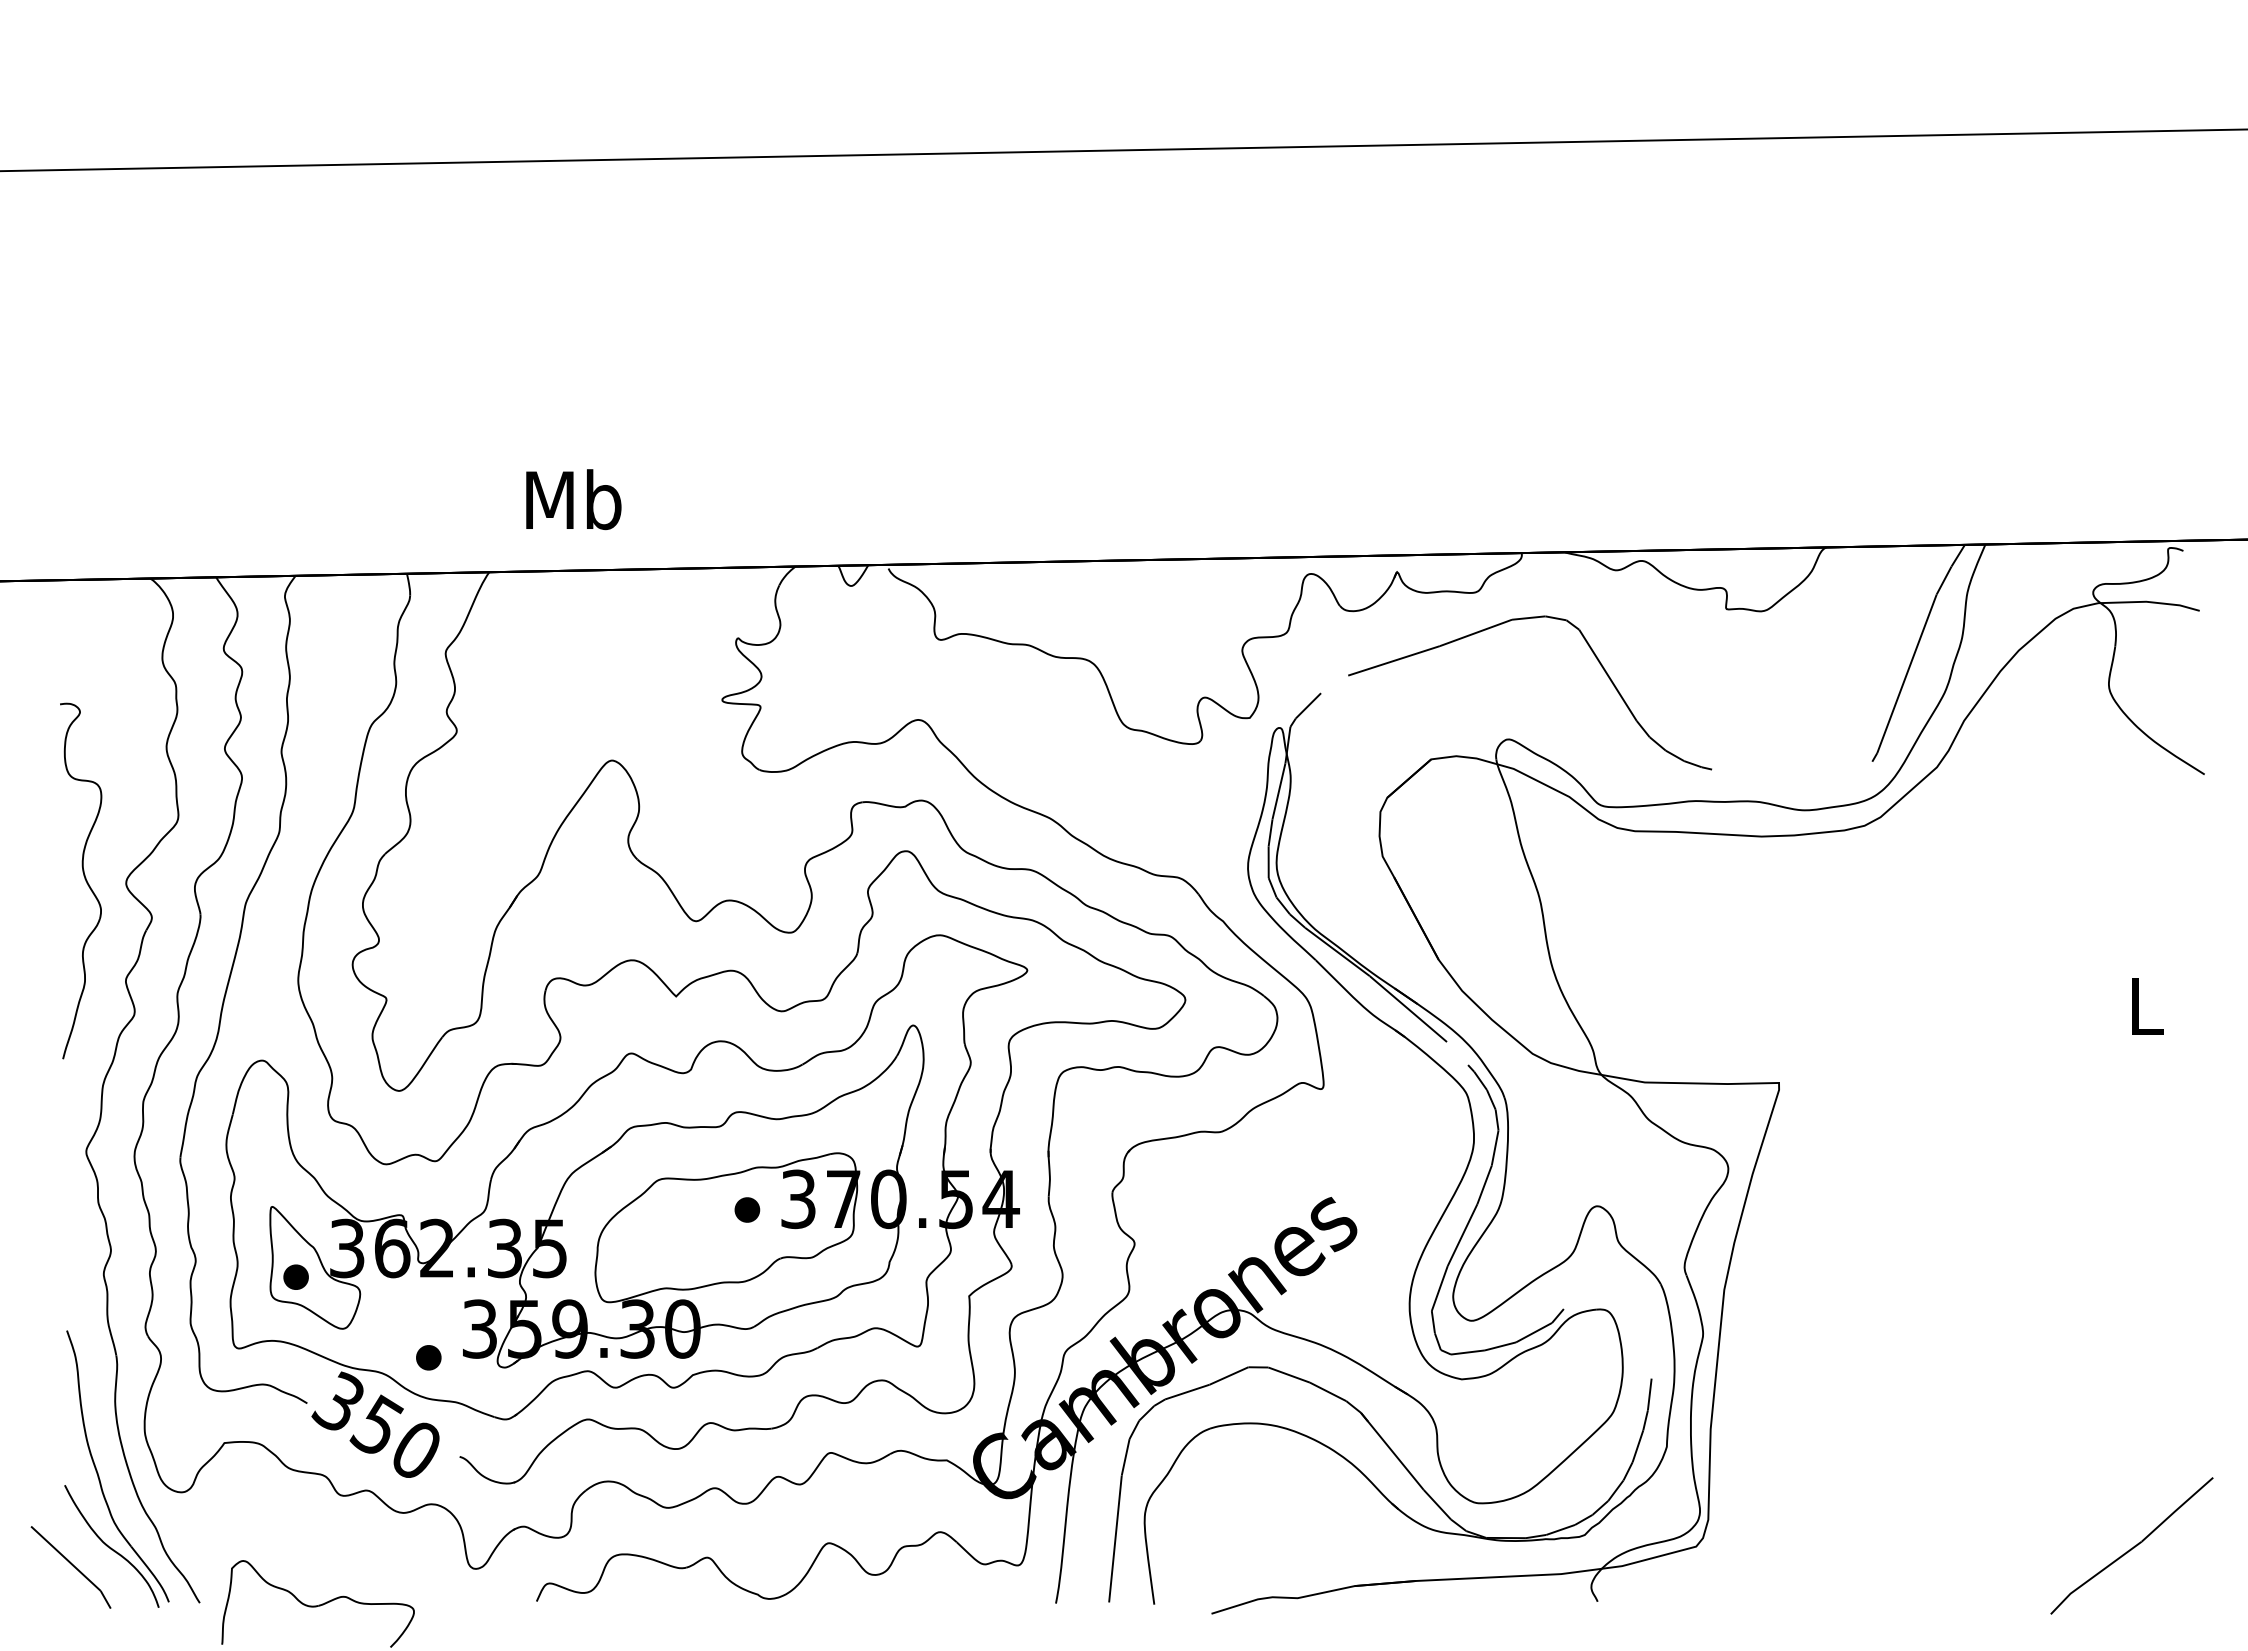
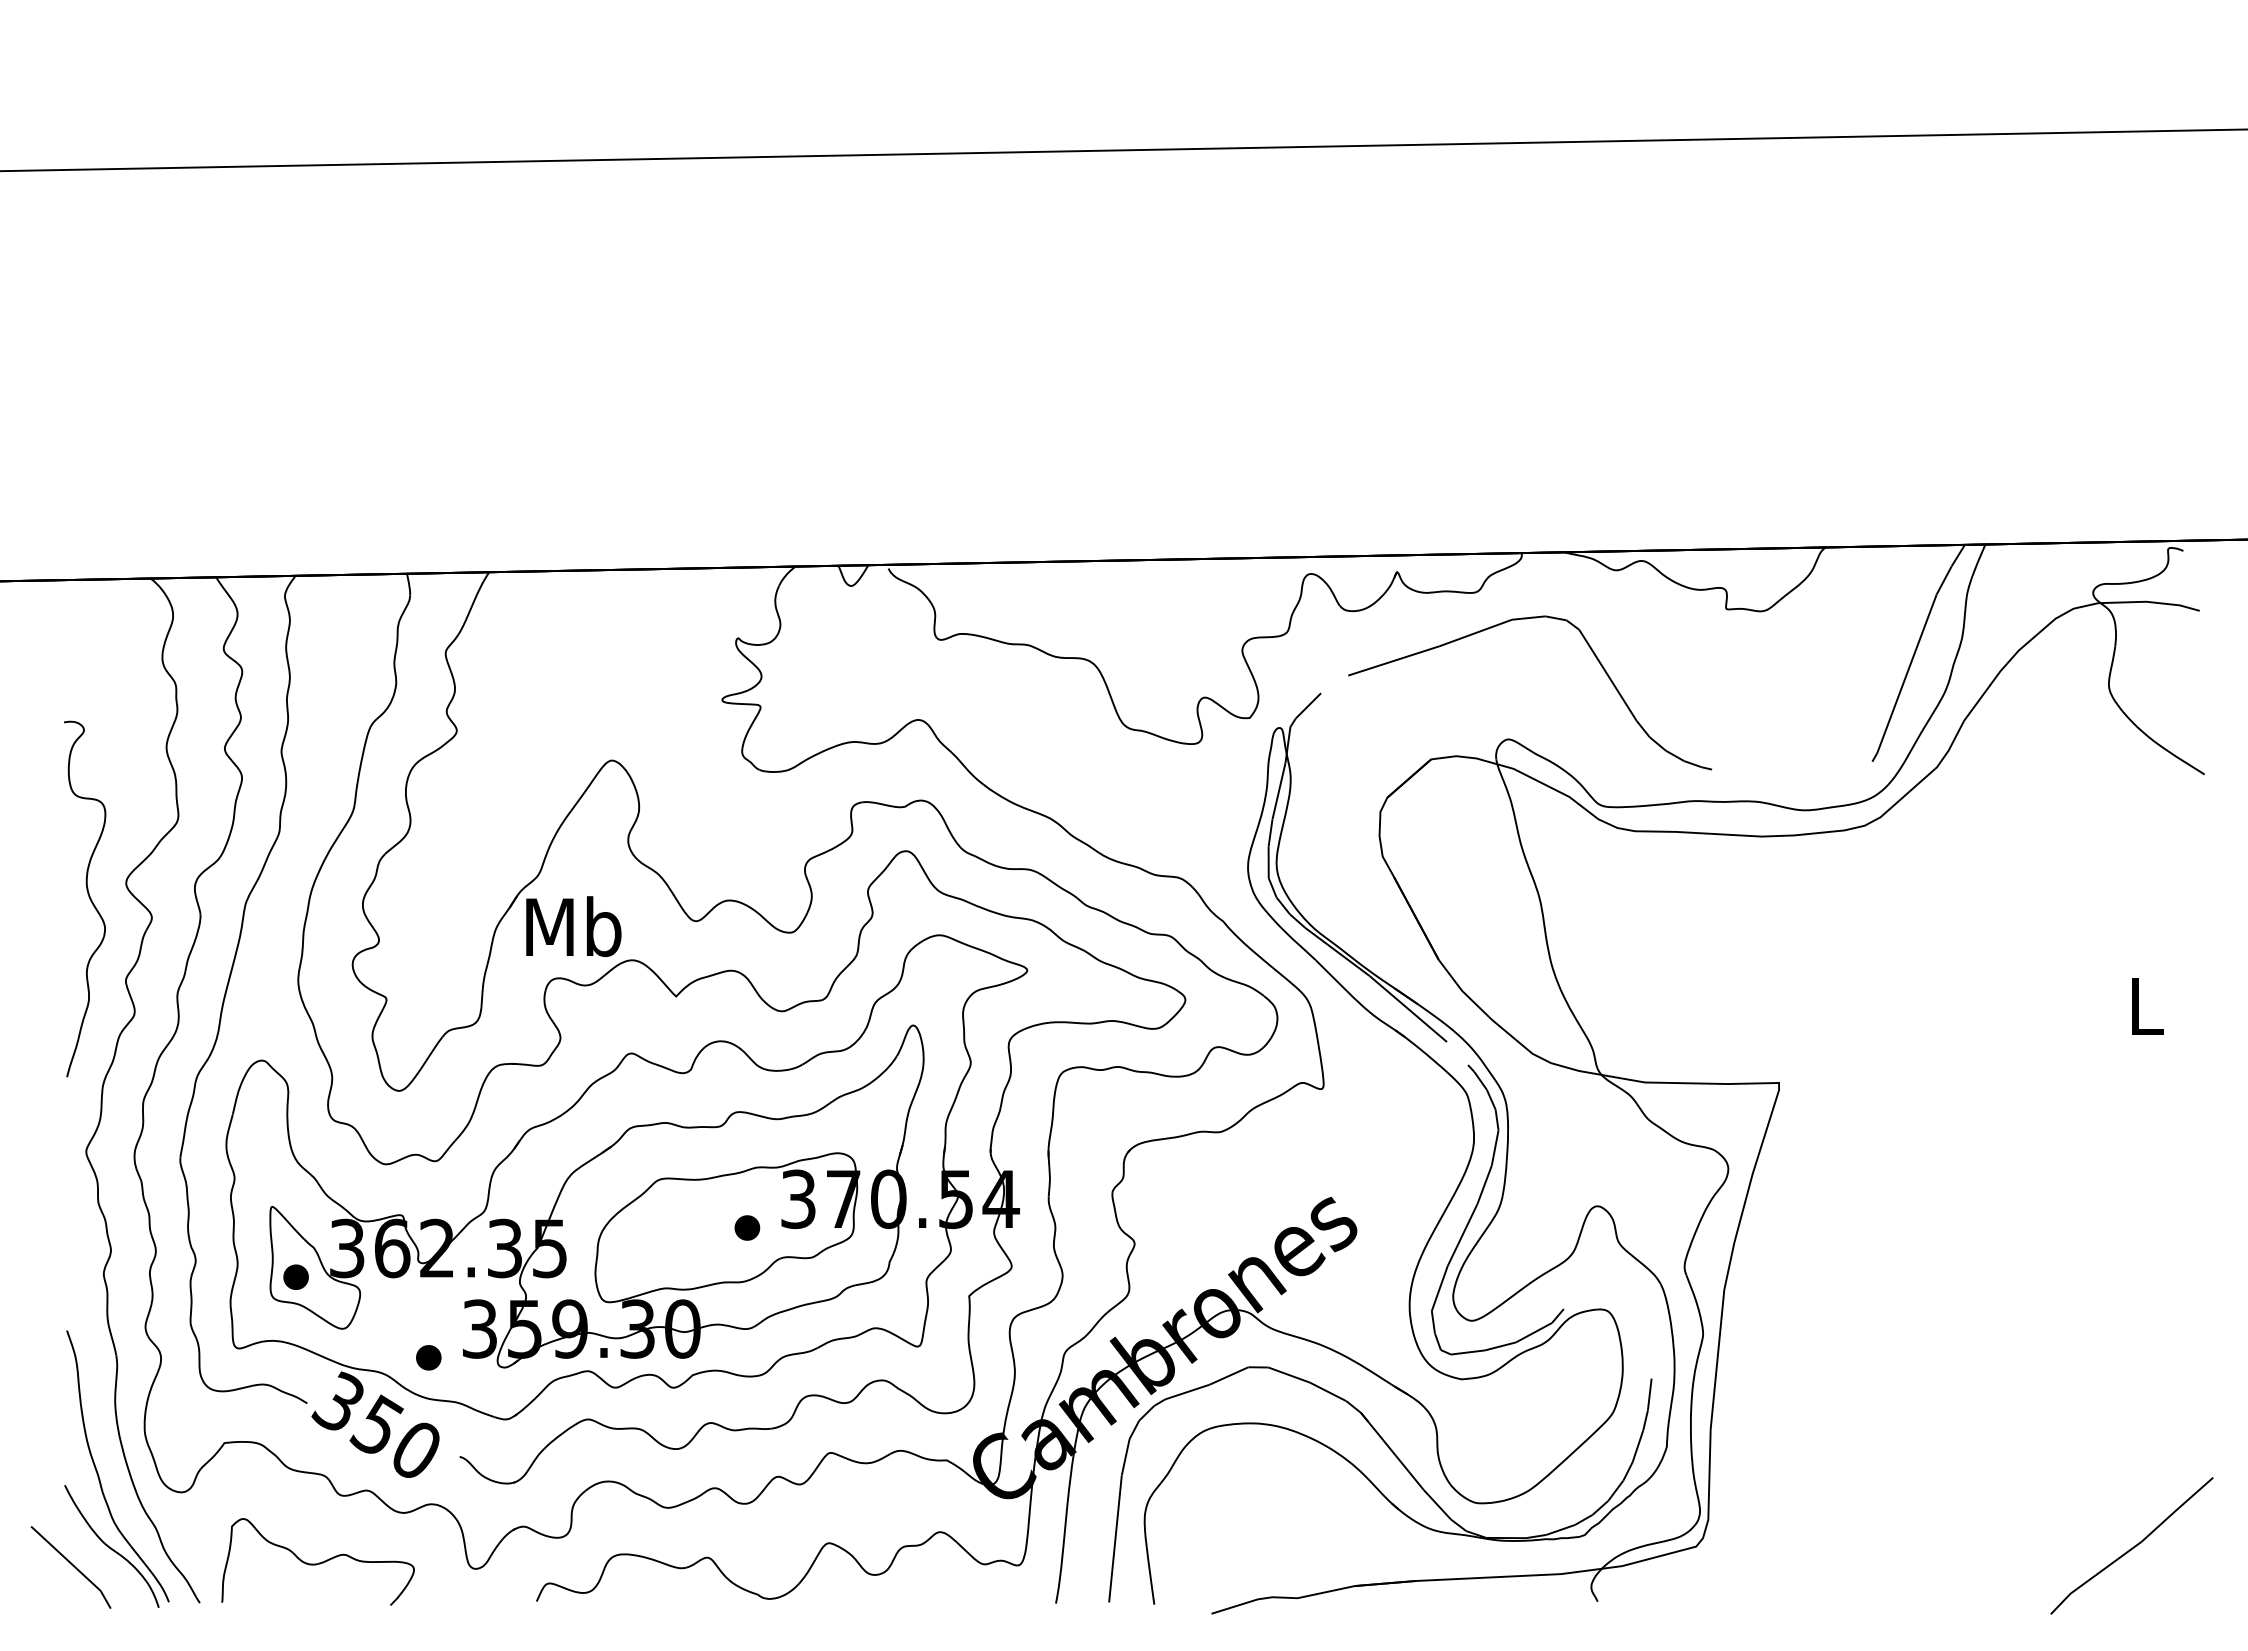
text at (573, 499) position: (573, 499) -> (573, 926)
part at (81, 880) position: (81, 880) -> (85, 898)
part at (747, 1209) position: (747, 1209) -> (747, 1227)
part at (317, 1603) position: (317, 1603) -> (317, 1561)
